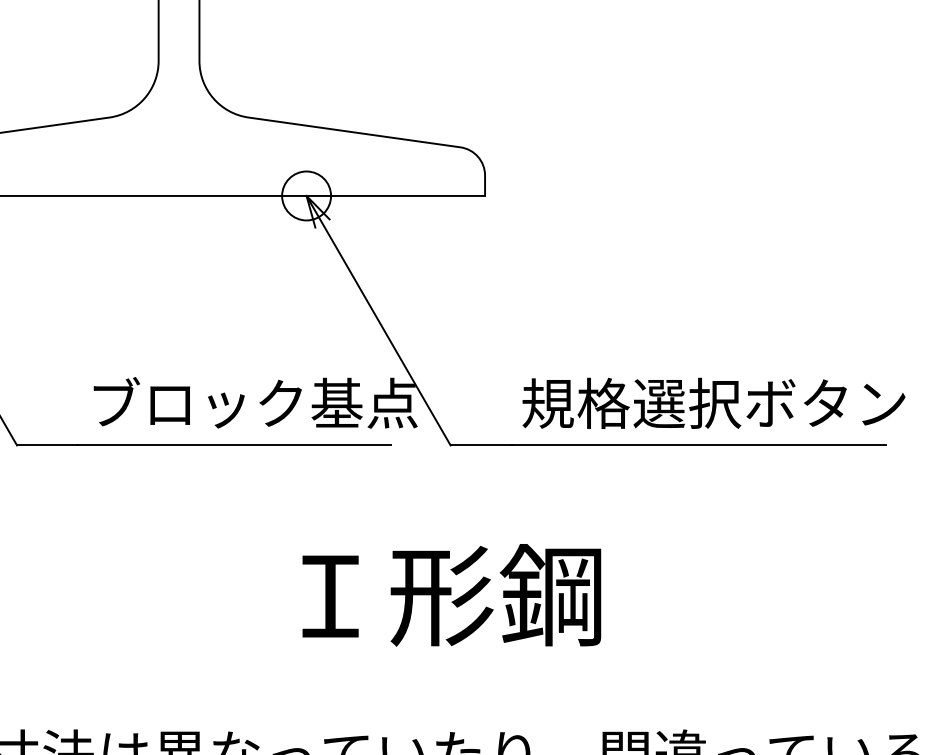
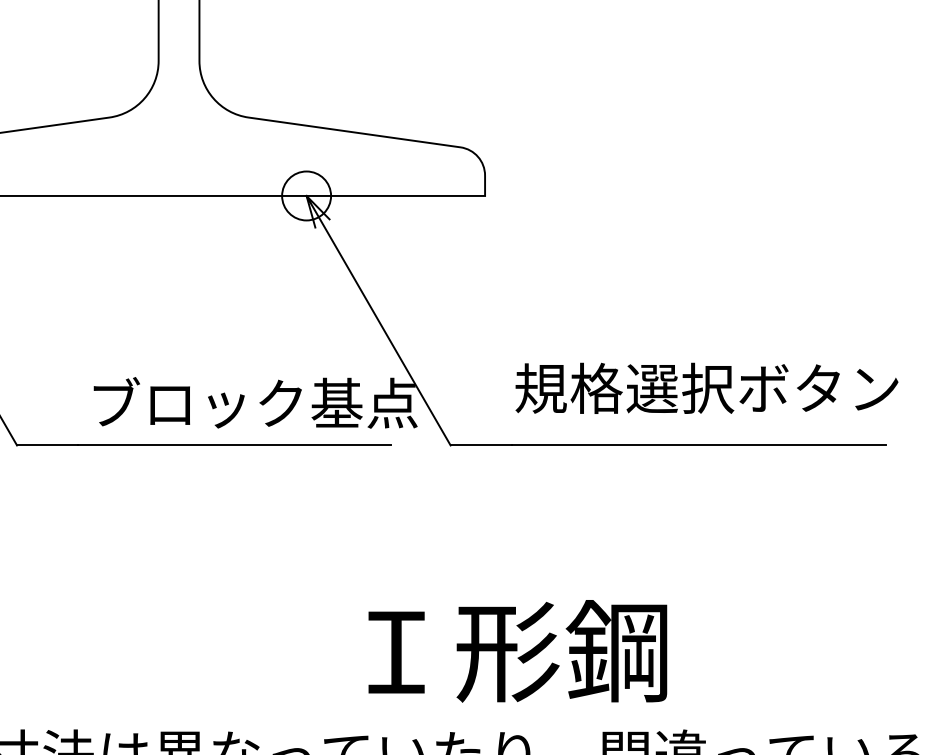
text at (713, 402) position: (713, 402) -> (706, 387)
text at (451, 595) position: (451, 595) -> (517, 651)
